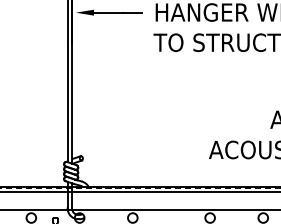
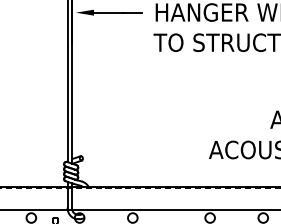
line at (139, 191): present -> none
